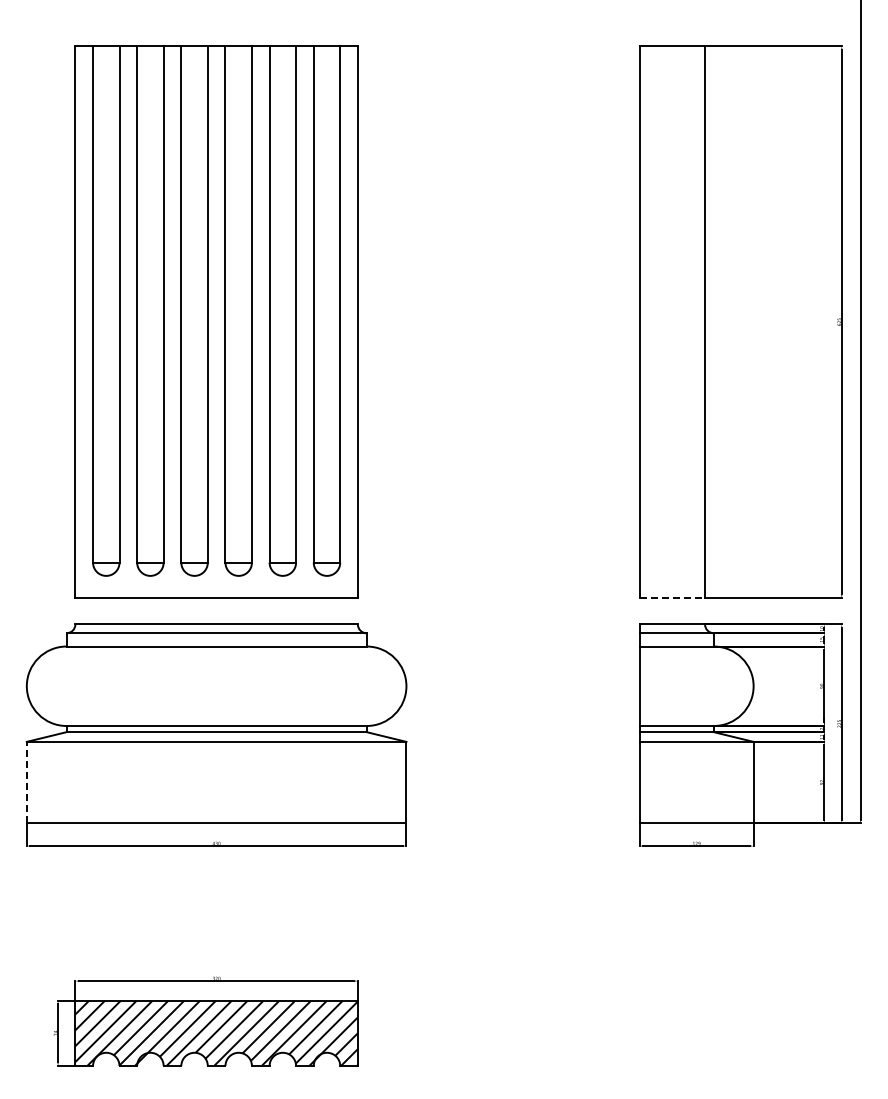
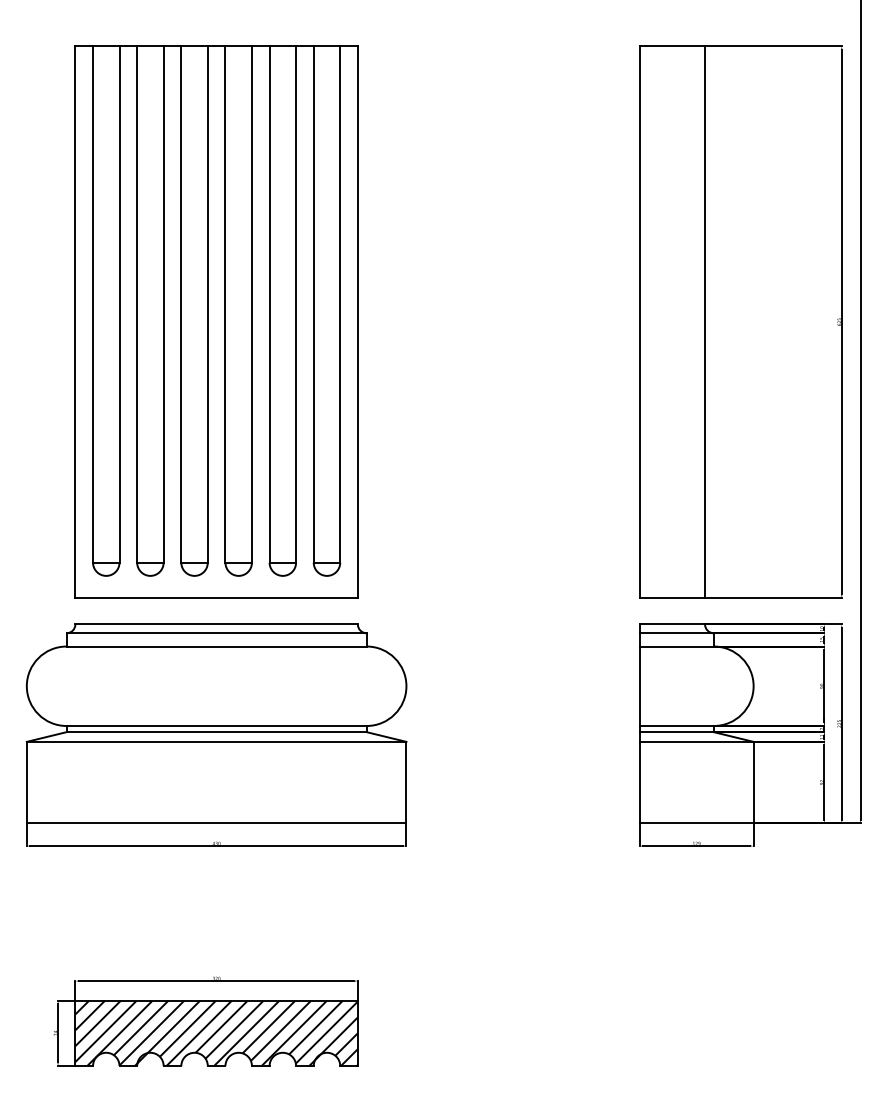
line at (672, 597): dashed -> solid
line at (26, 782): dashed -> solid
